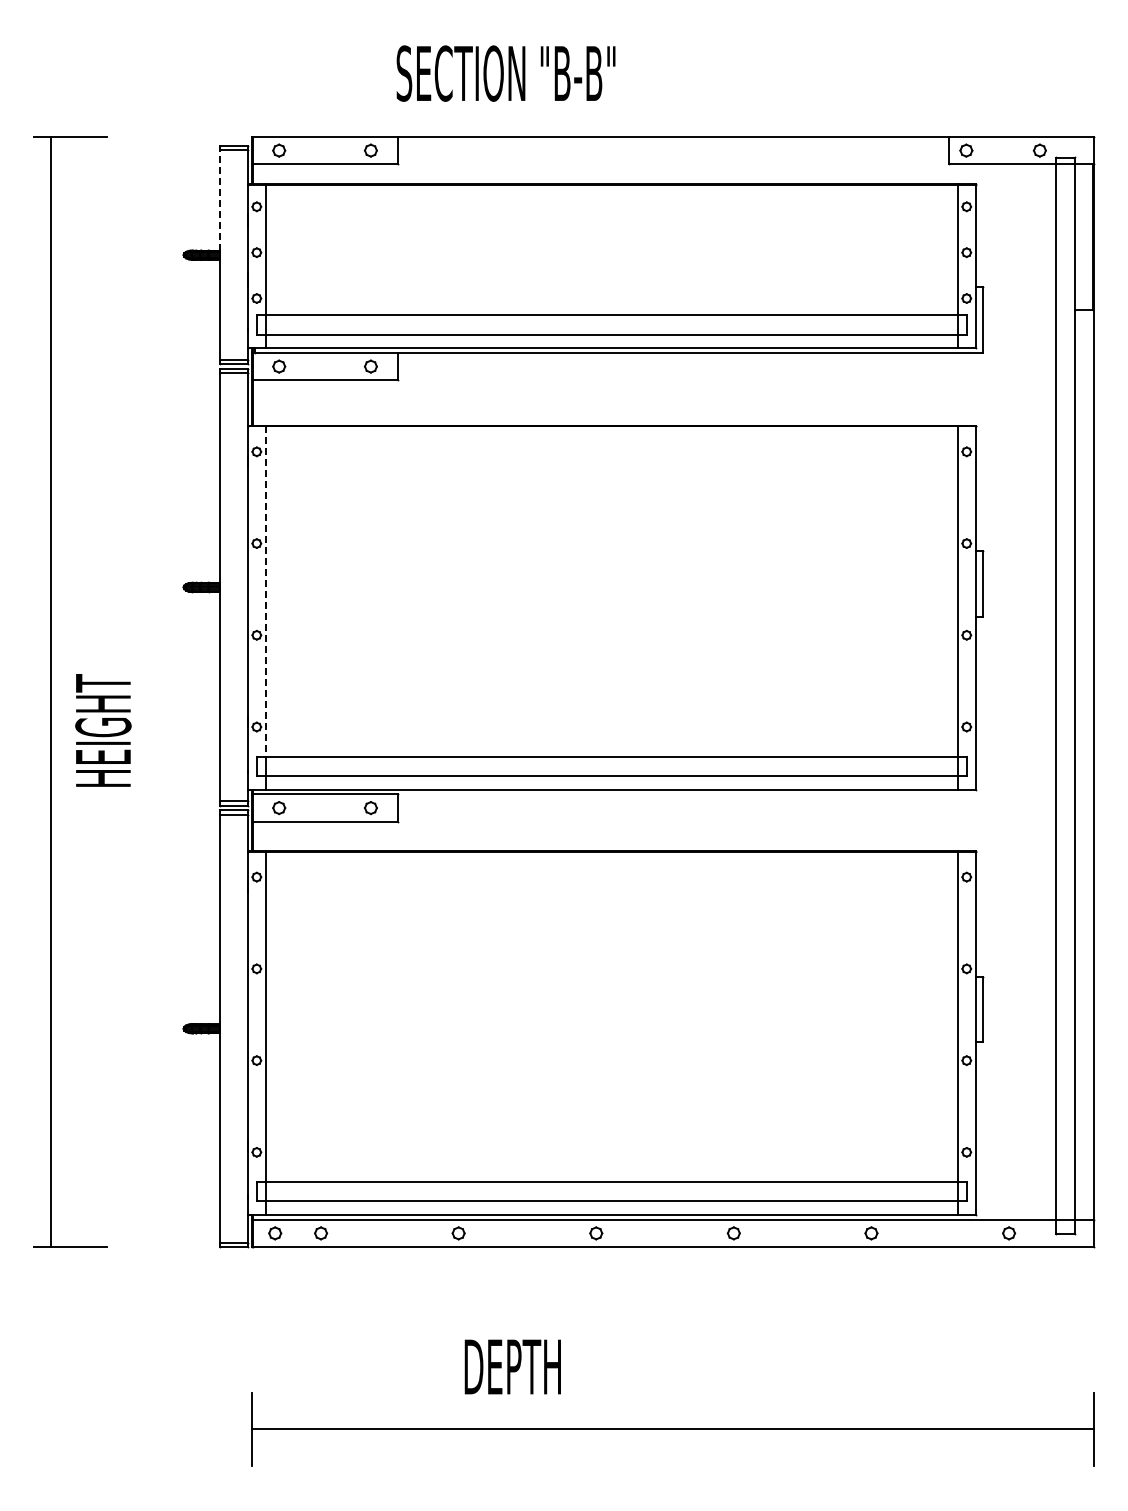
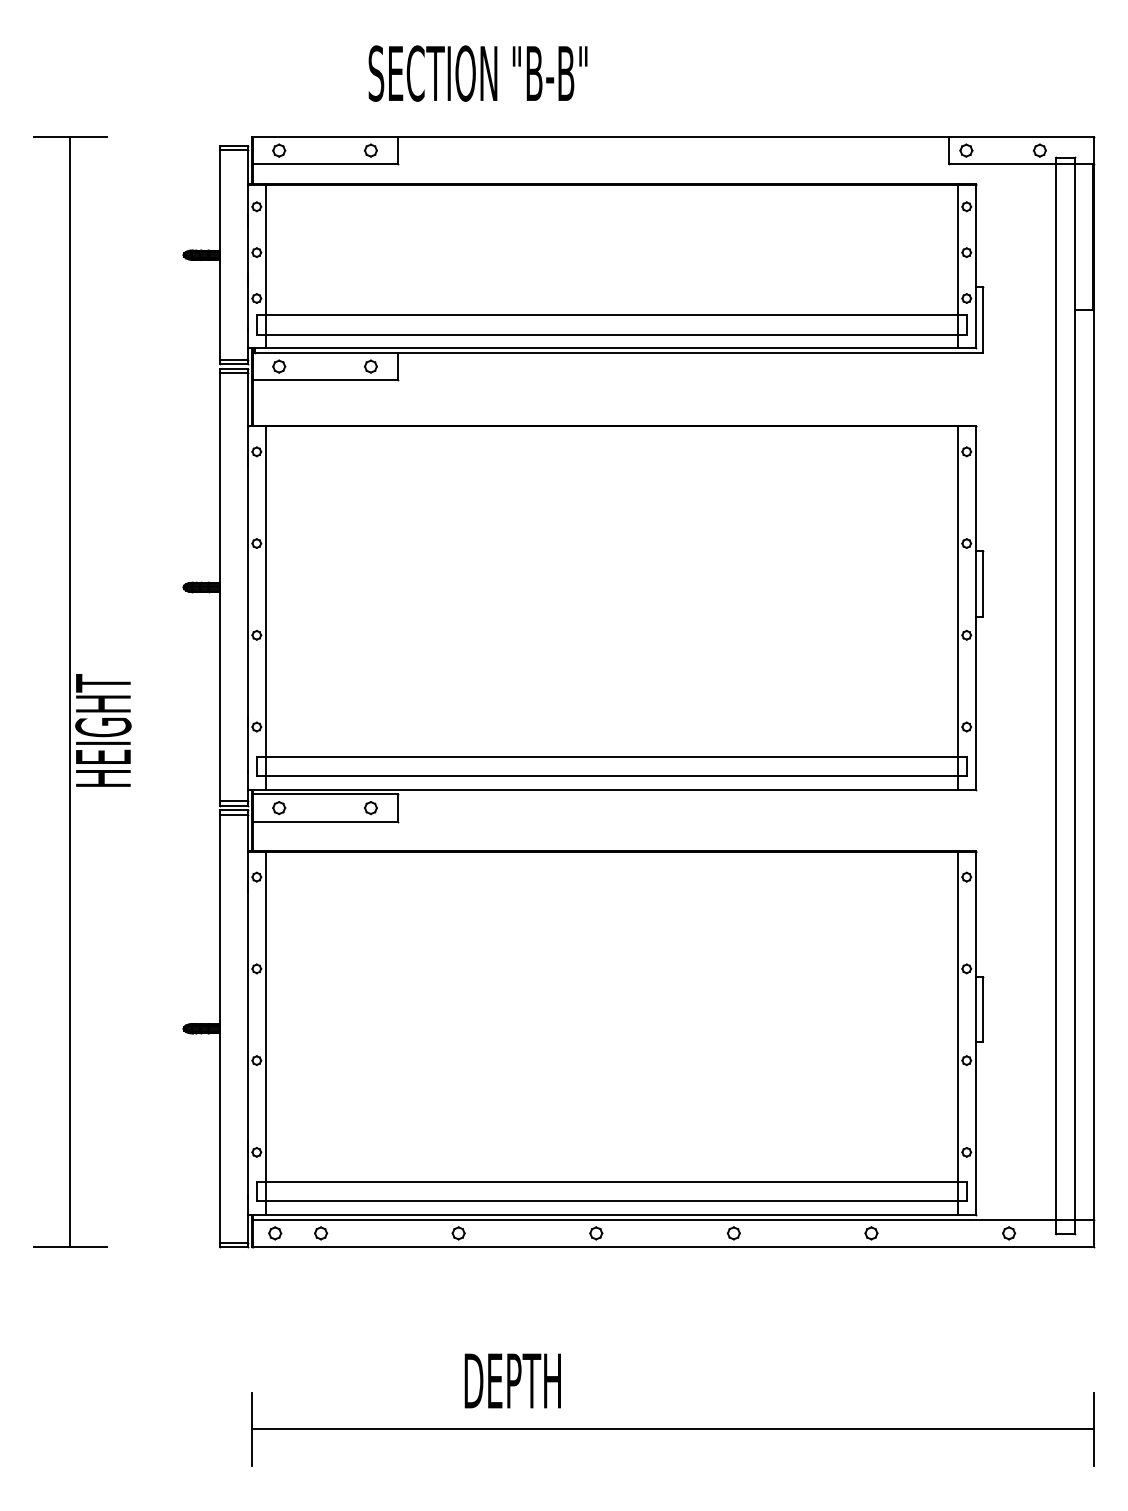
text at (505, 73) position: (505, 73) -> (477, 73)
line at (220, 199): dashed -> solid
line at (265, 592): dashed -> solid
line at (51, 691) position: (51, 691) -> (70, 691)
text at (512, 1366) position: (512, 1366) -> (512, 1380)
